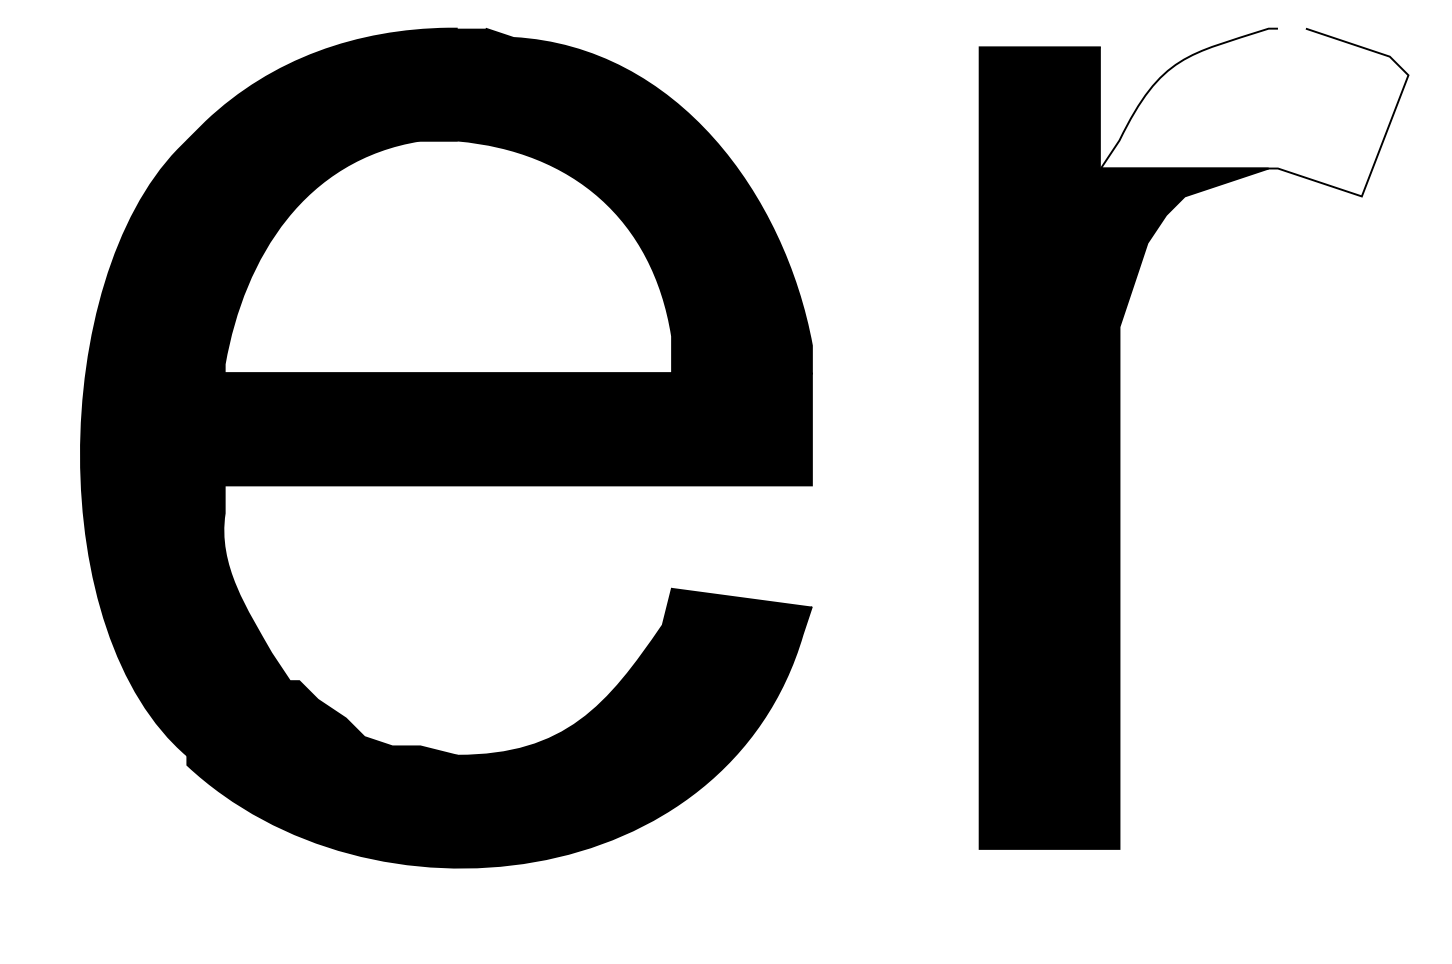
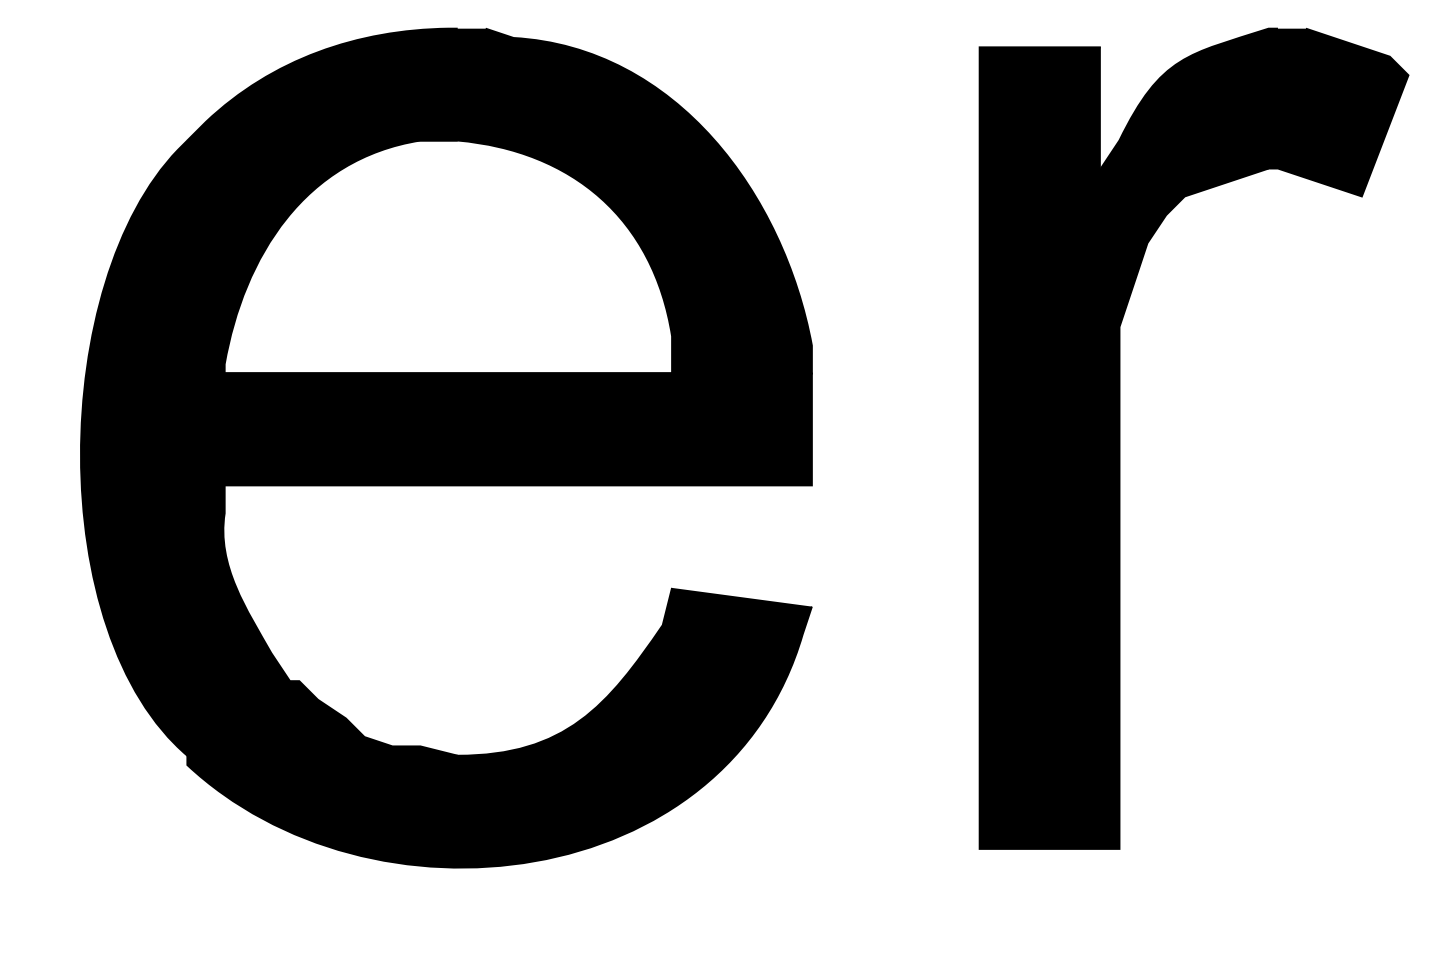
fill at (1254, 112): none -> present
